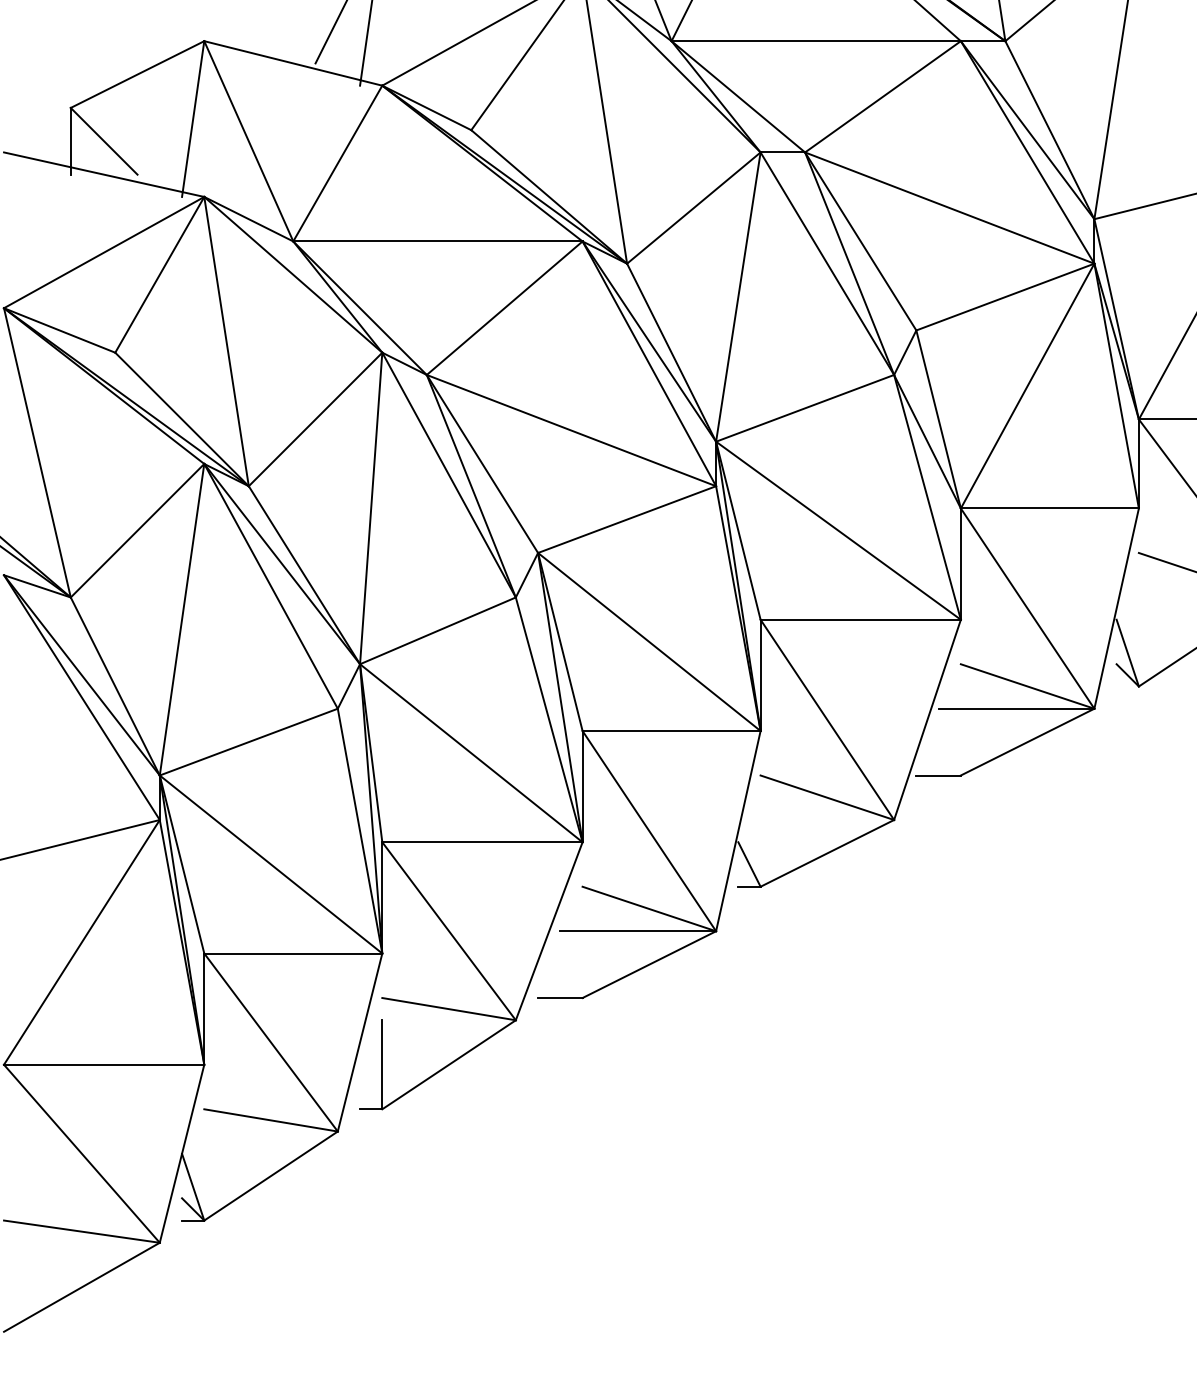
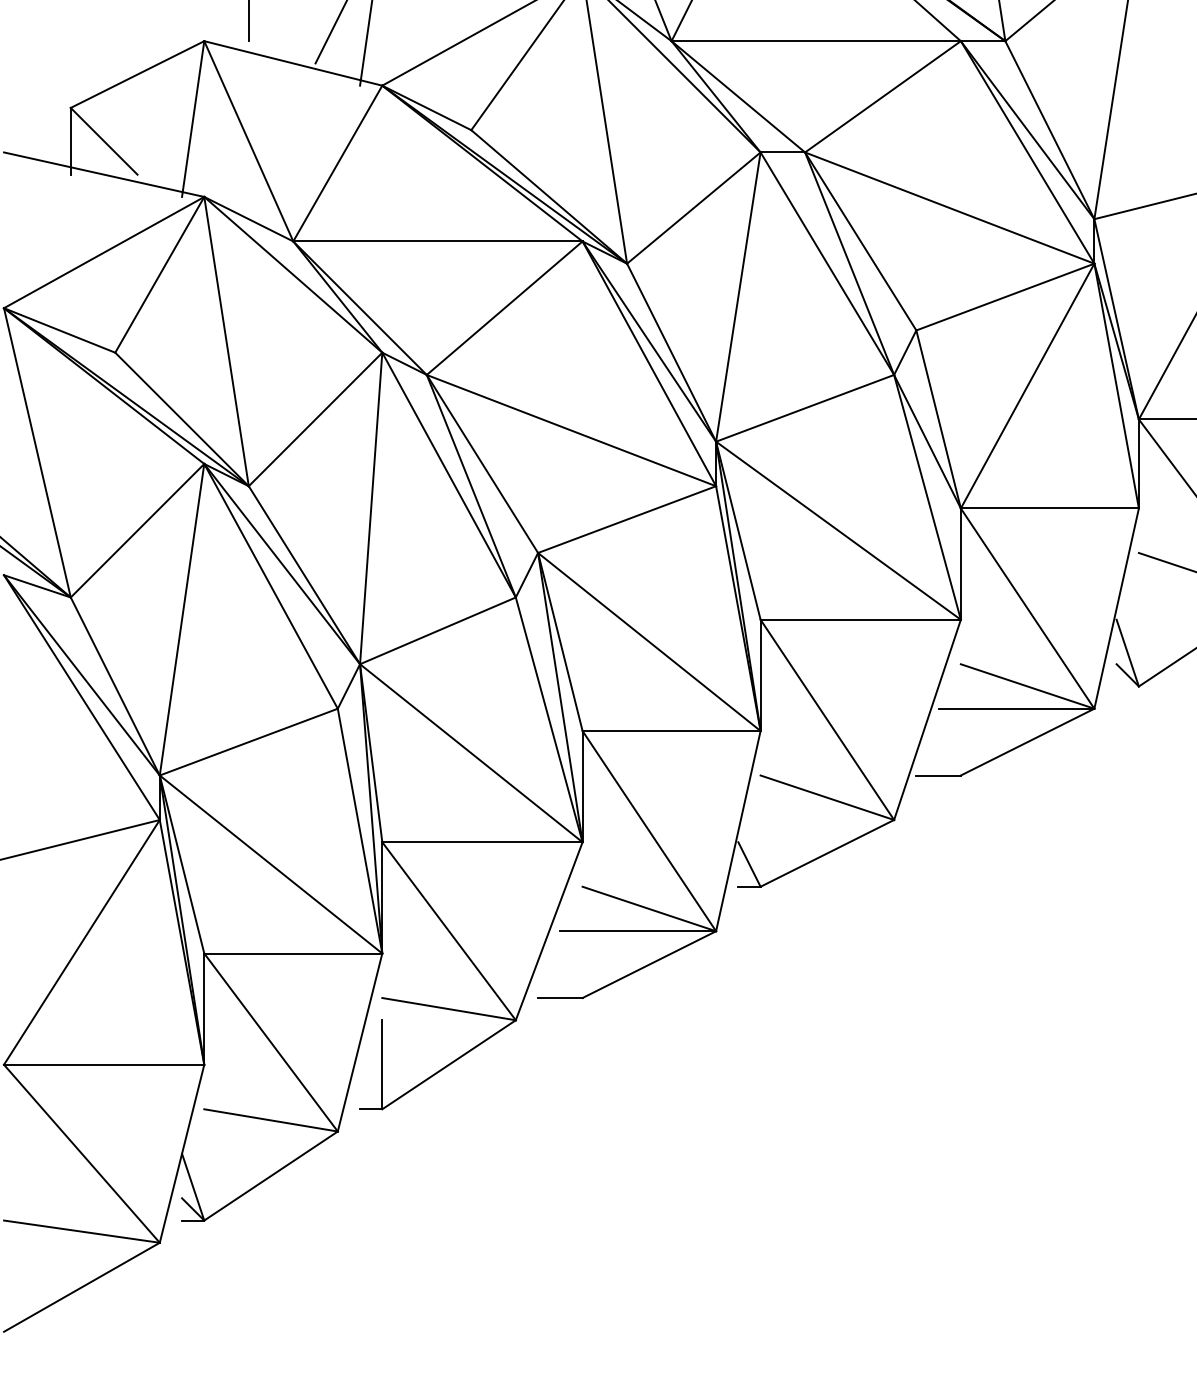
line at (248, 21): none -> present
